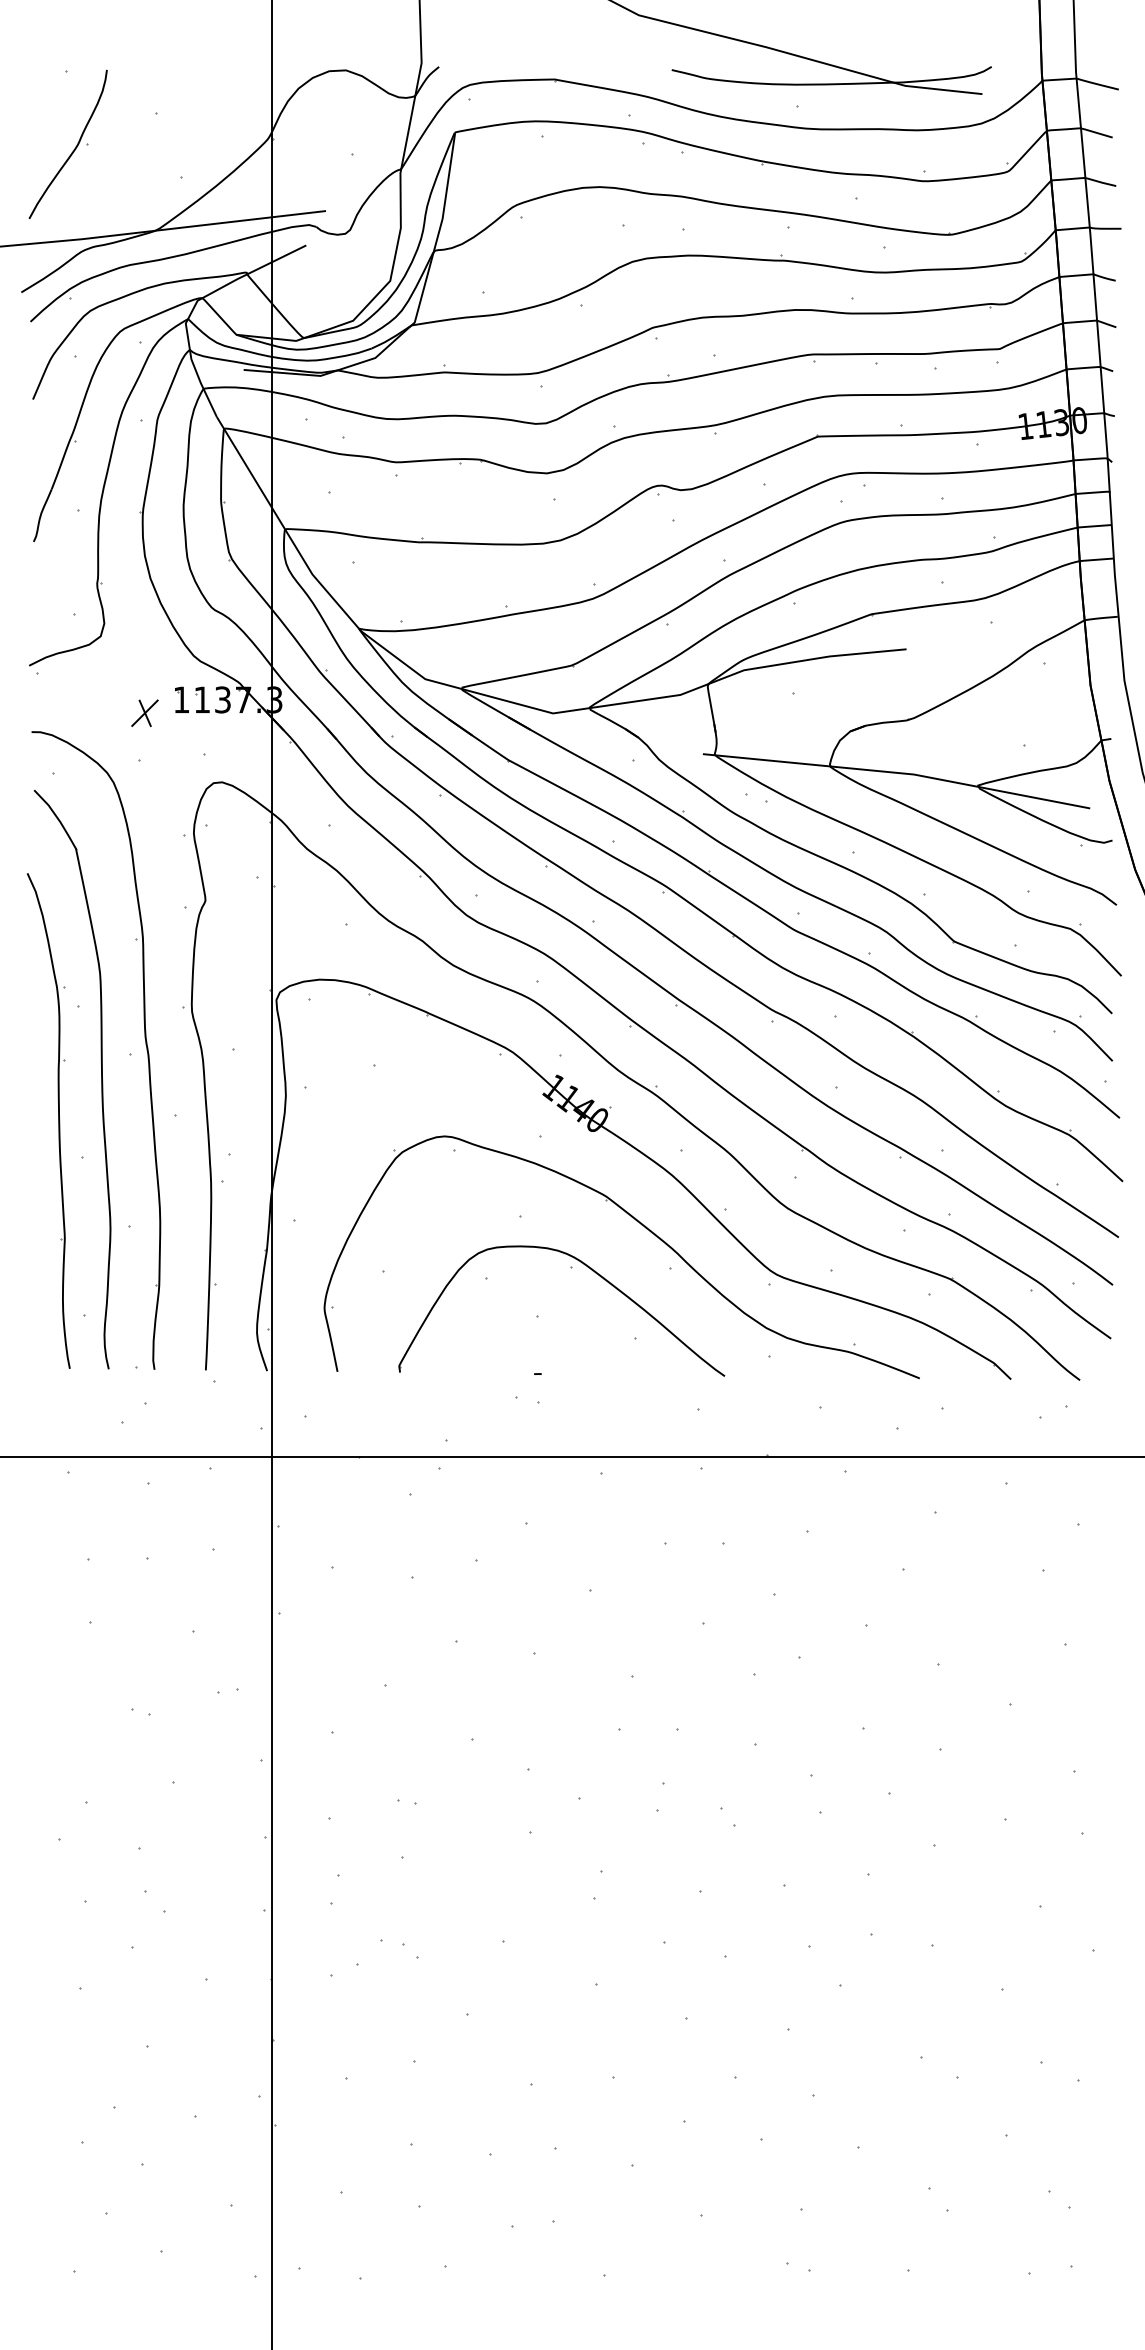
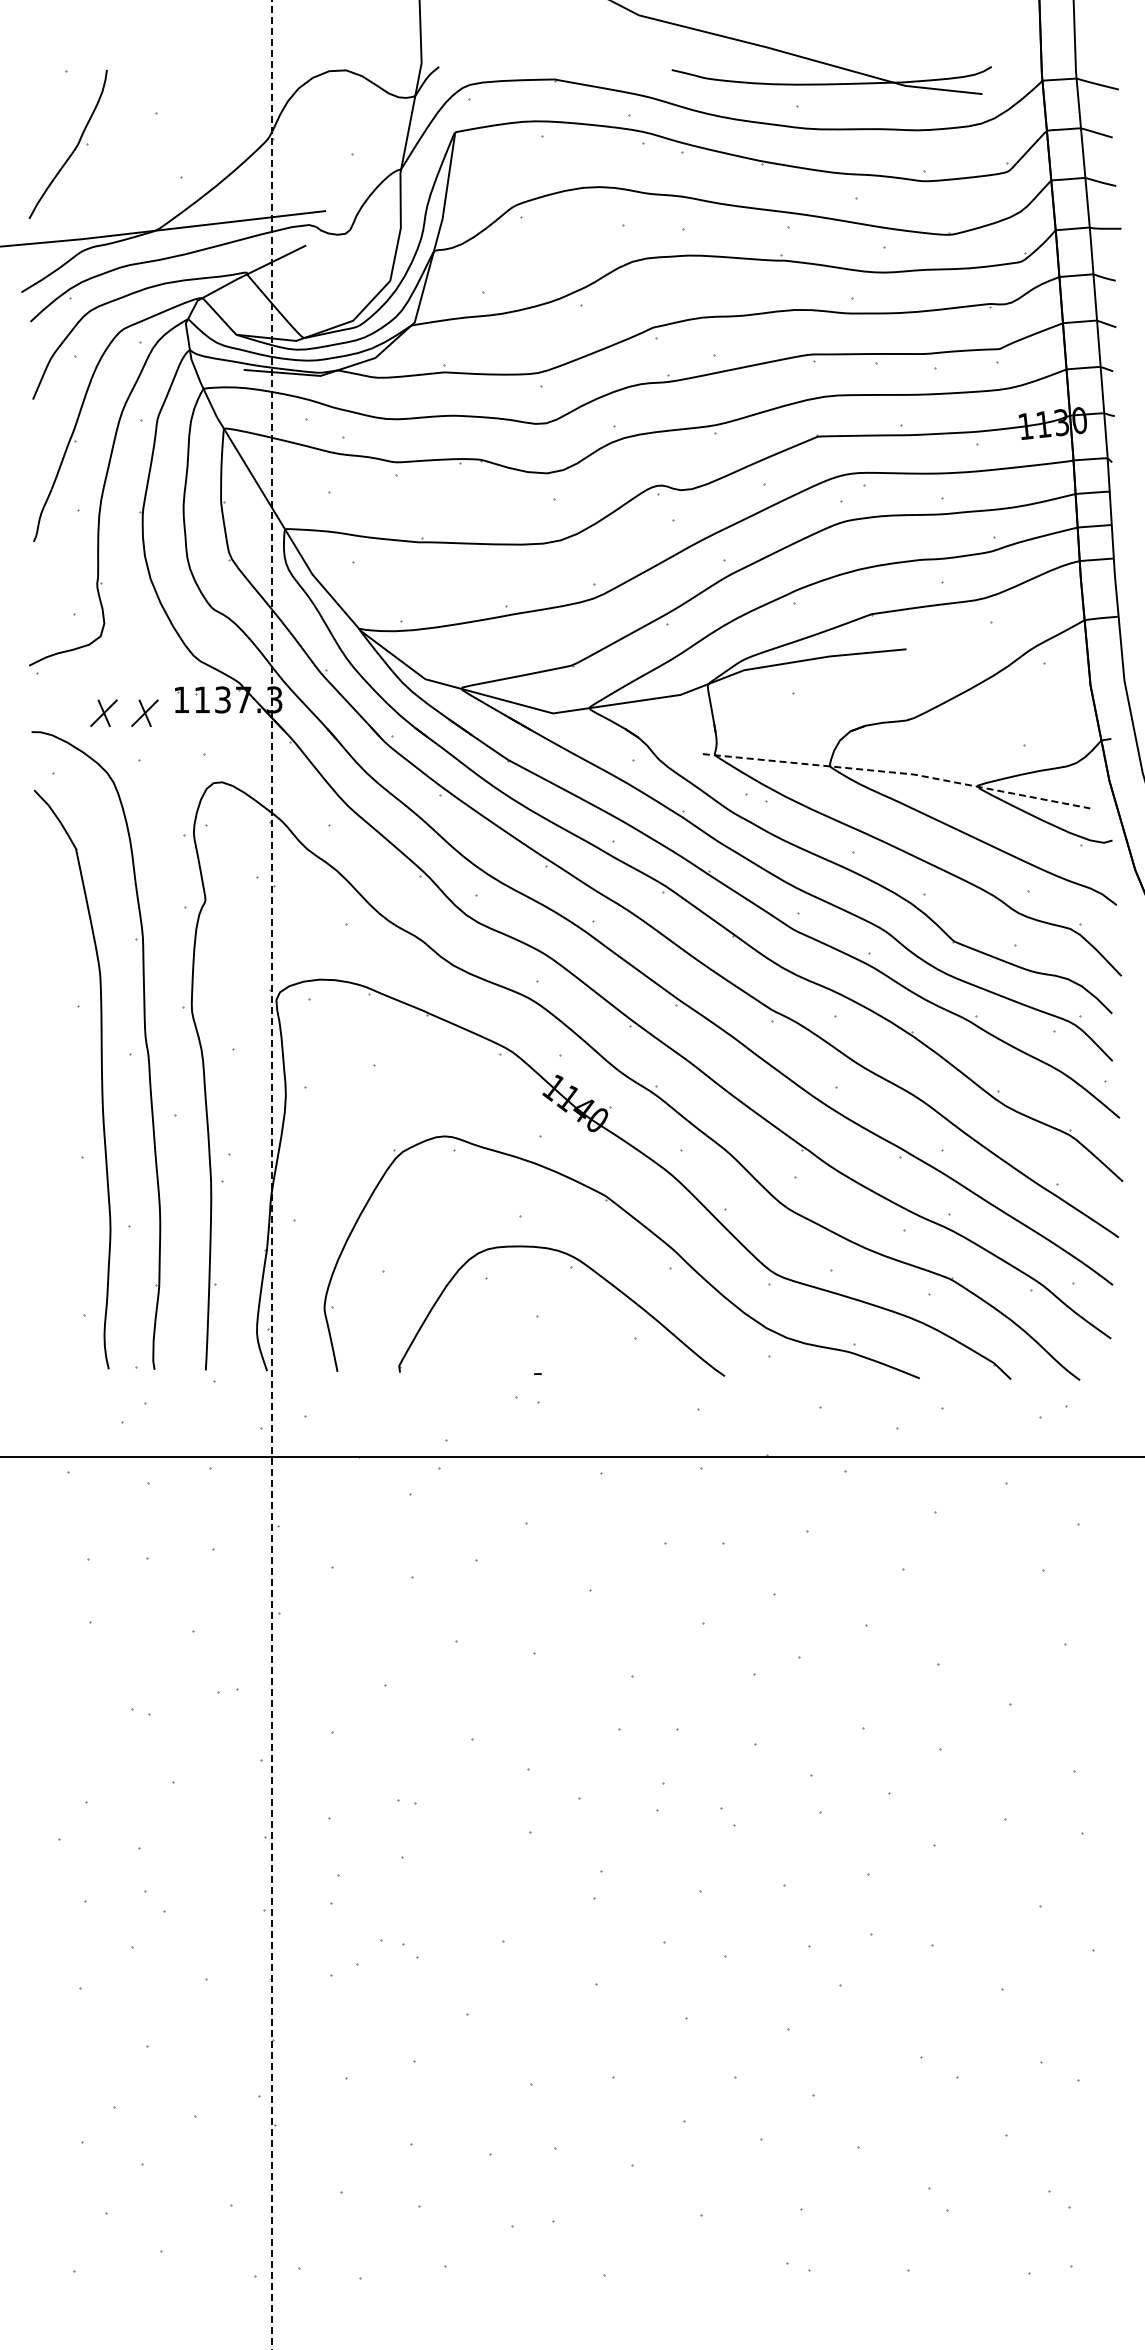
part at (103, 712): none -> present
line at (898, 773): solid -> dashed
part at (58, 1120): present -> none
line at (272, 1175): solid -> dashed
